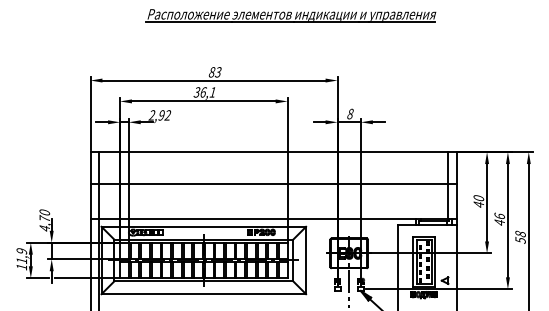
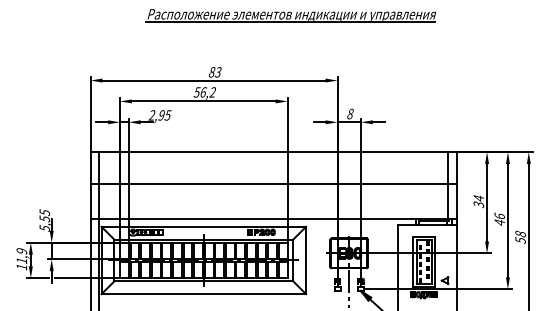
text at (205, 92): 36,1 -> 56,2
text at (167, 115): 2,92 -> 2,95
text at (478, 201): 40 -> 34
text at (44, 220): 4,70 -> 5,55
